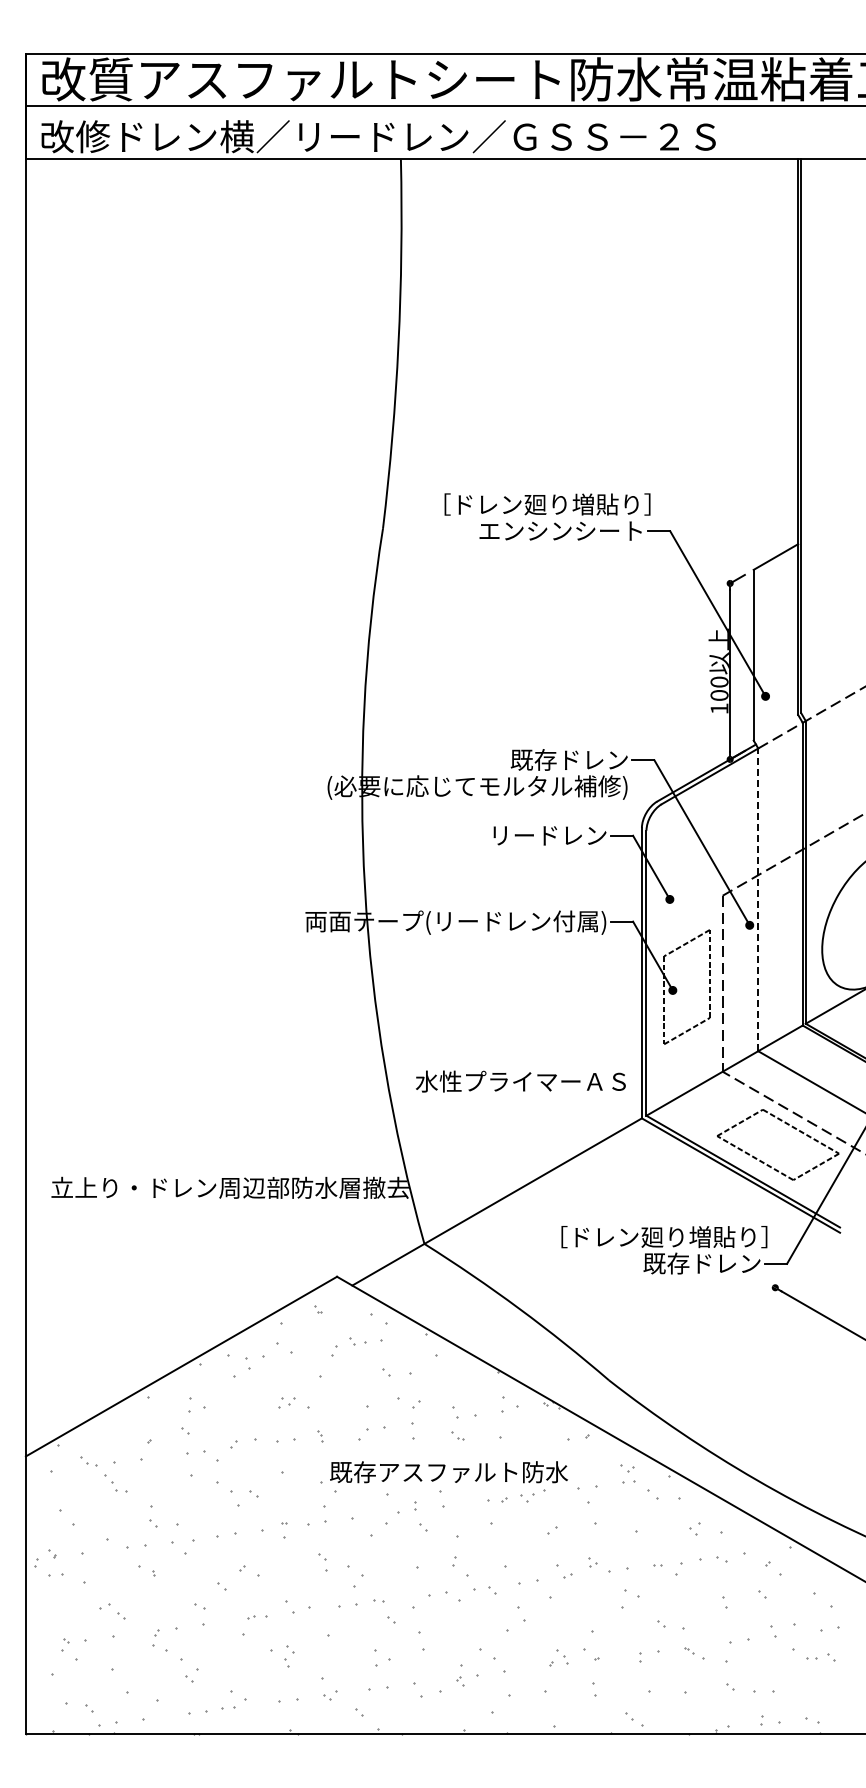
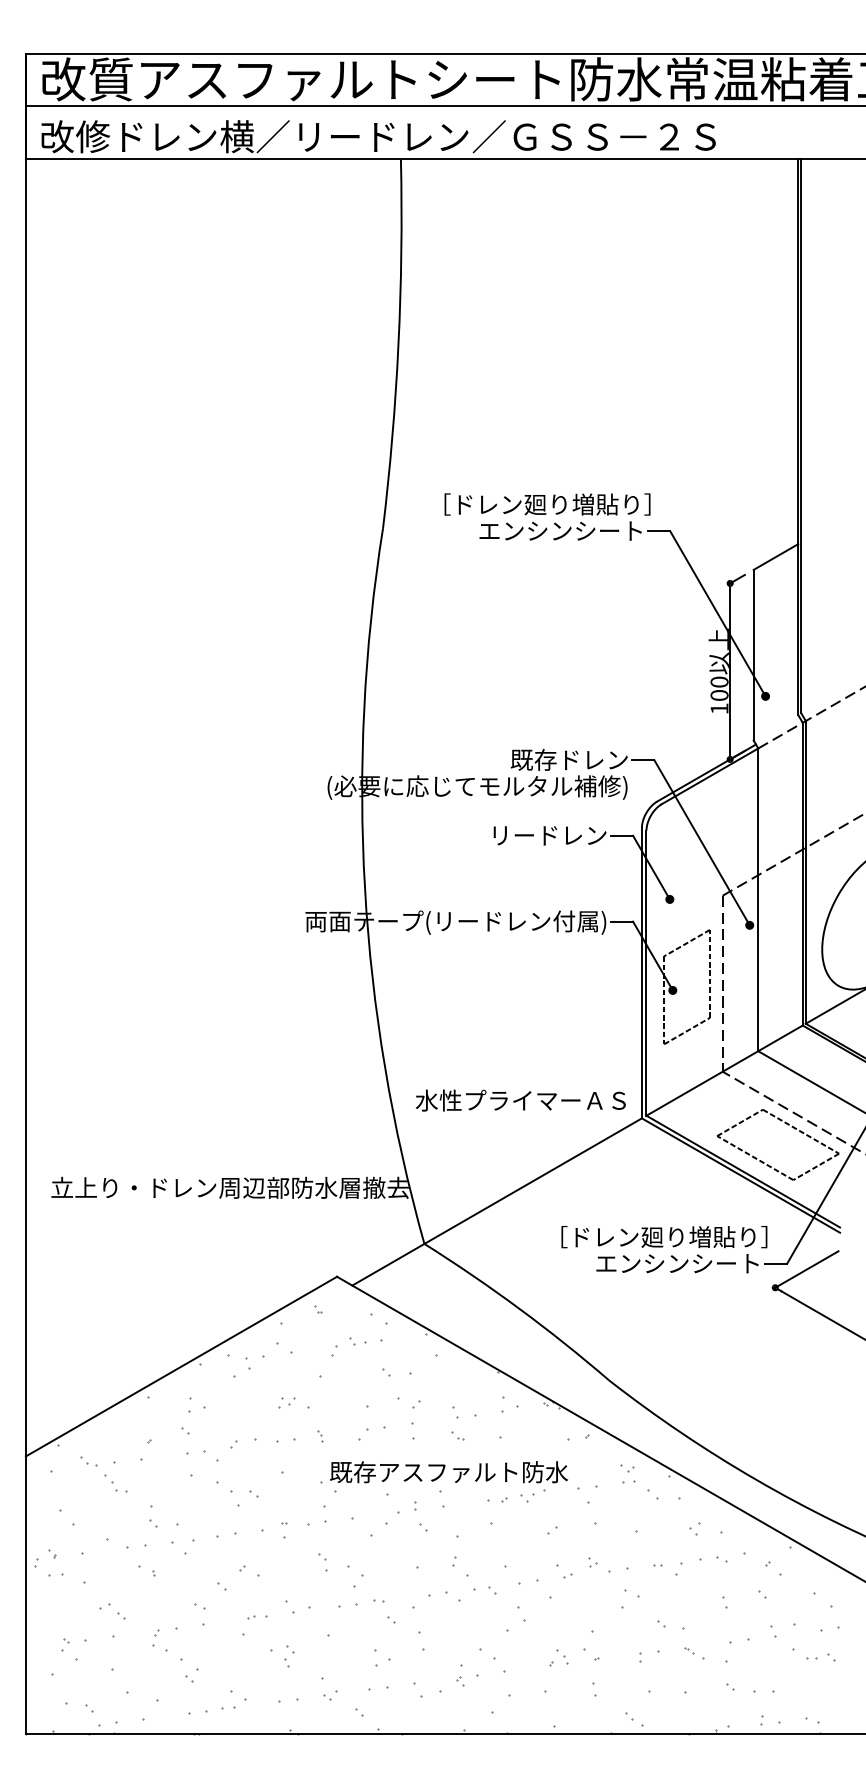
line at (758, 899): dashed -> solid
text at (520, 1081) position: (520, 1081) -> (520, 1100)
text at (678, 1263): 既存ドレン -> エンシンシート
line at (806, 1269): none -> present
